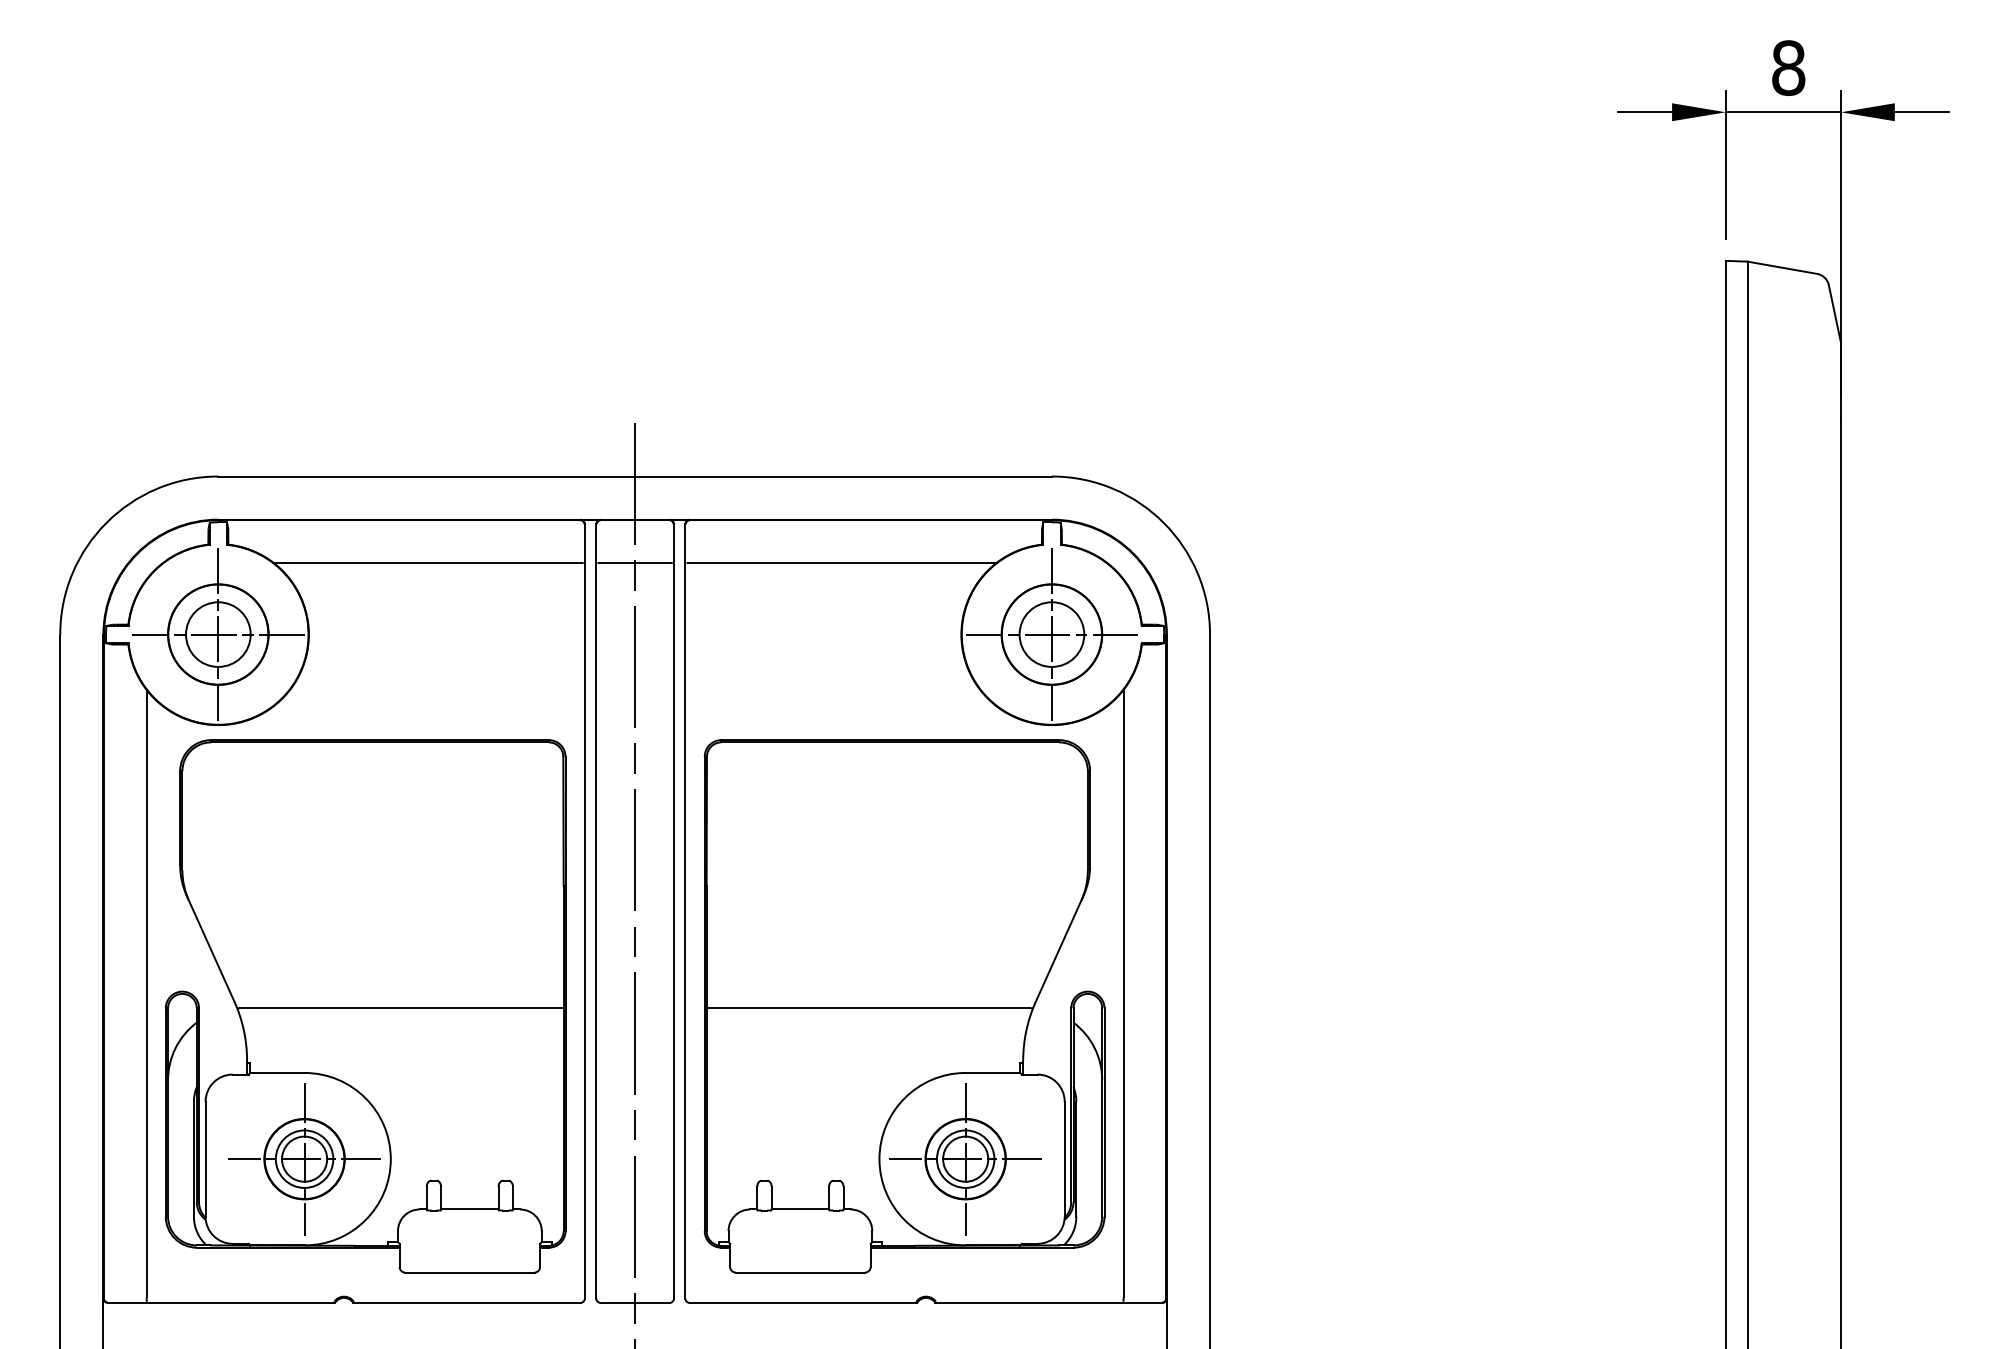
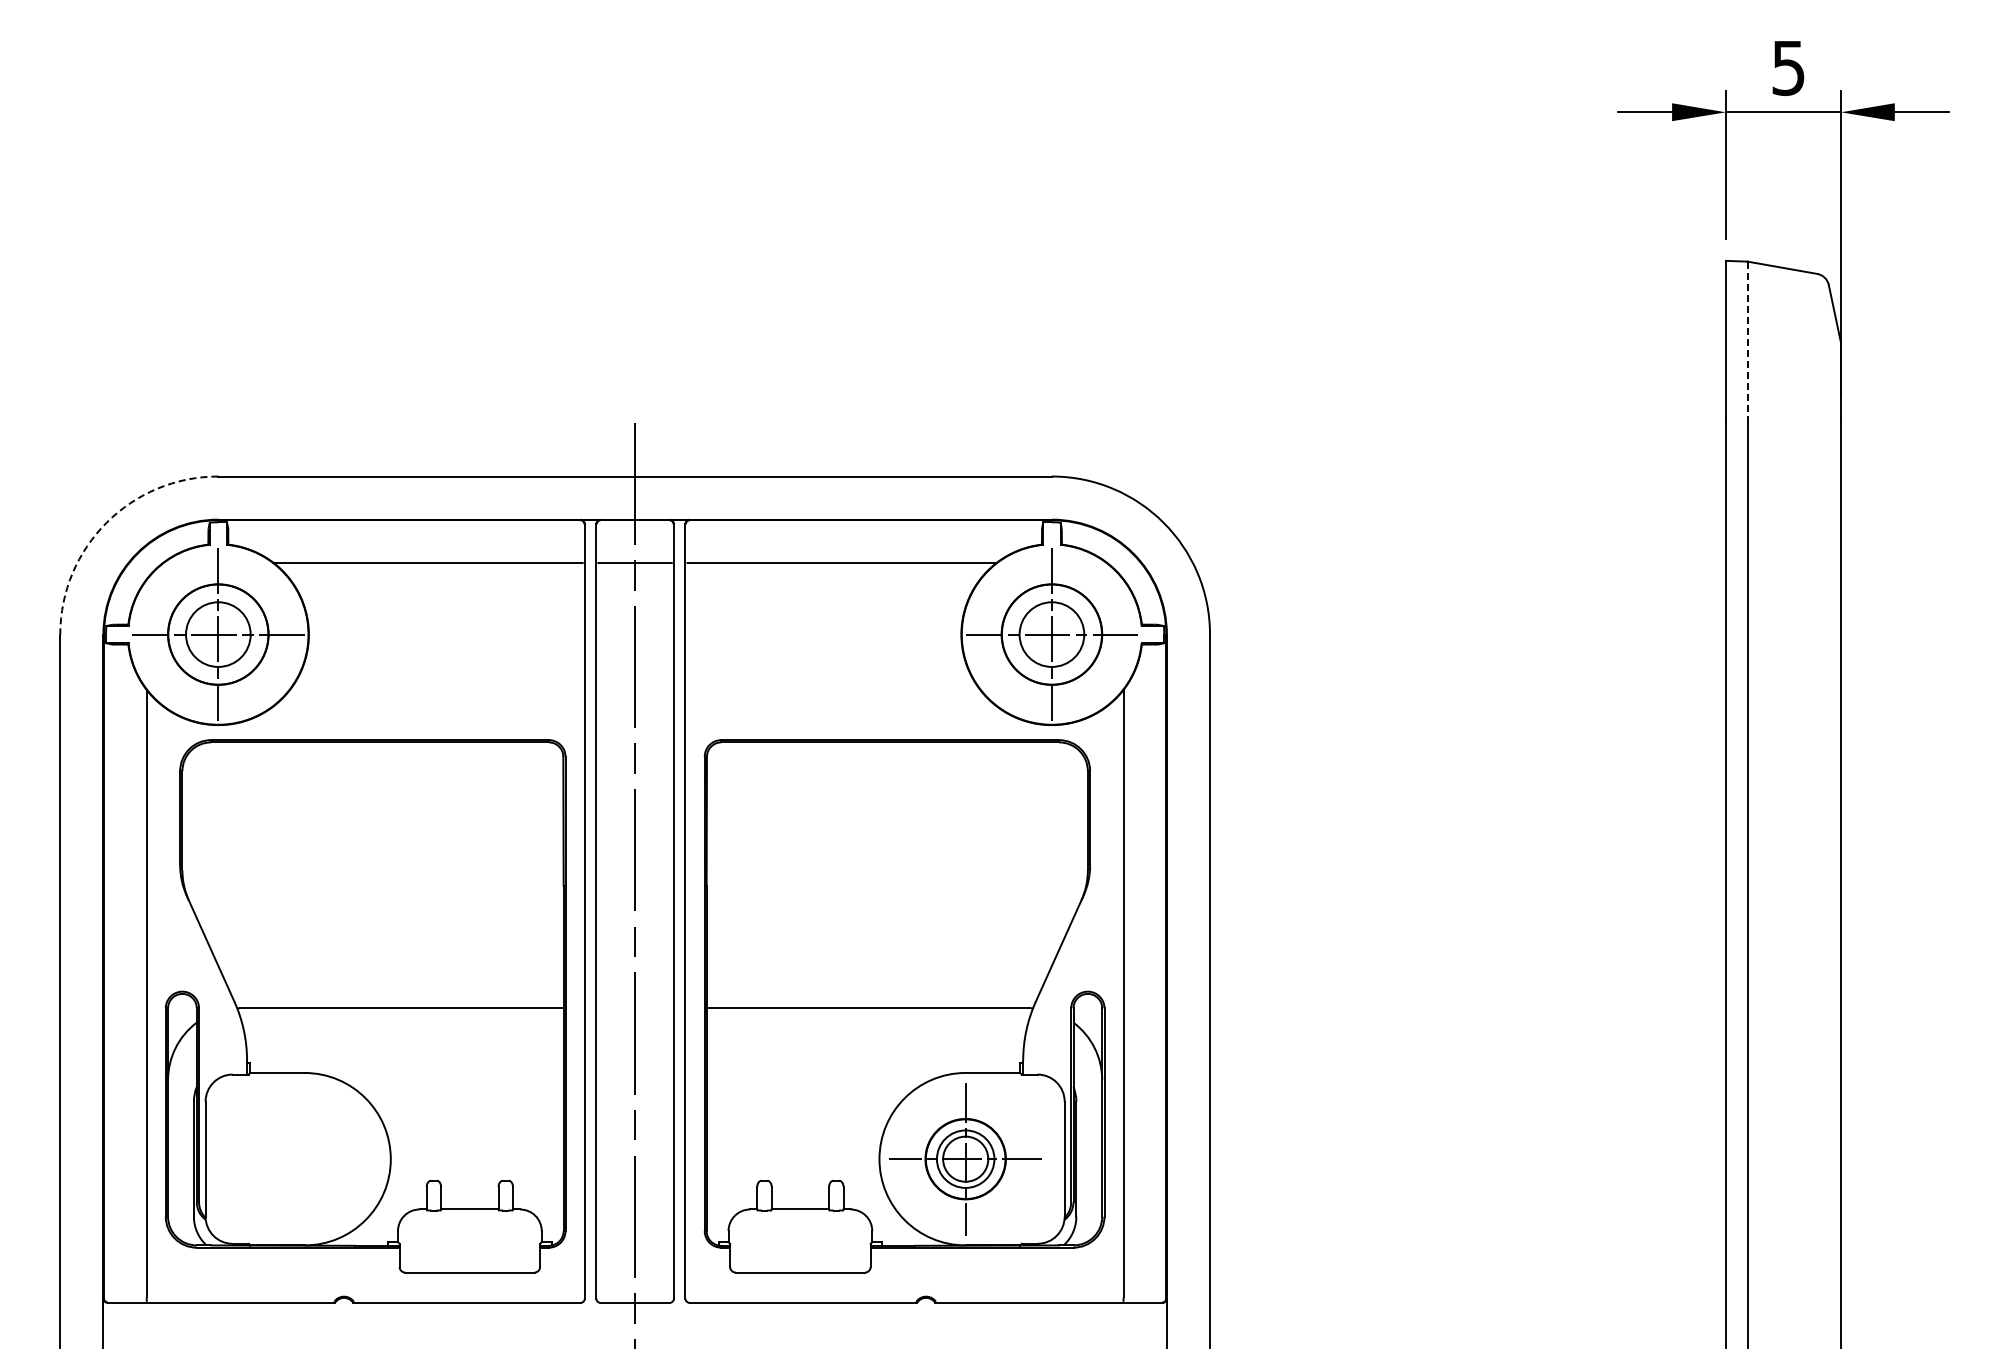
text at (1788, 67): 8 -> 5
line at (1747, 340): solid -> dashed
arc at (106, 522): solid -> dashed
part at (304, 1159): present -> none
